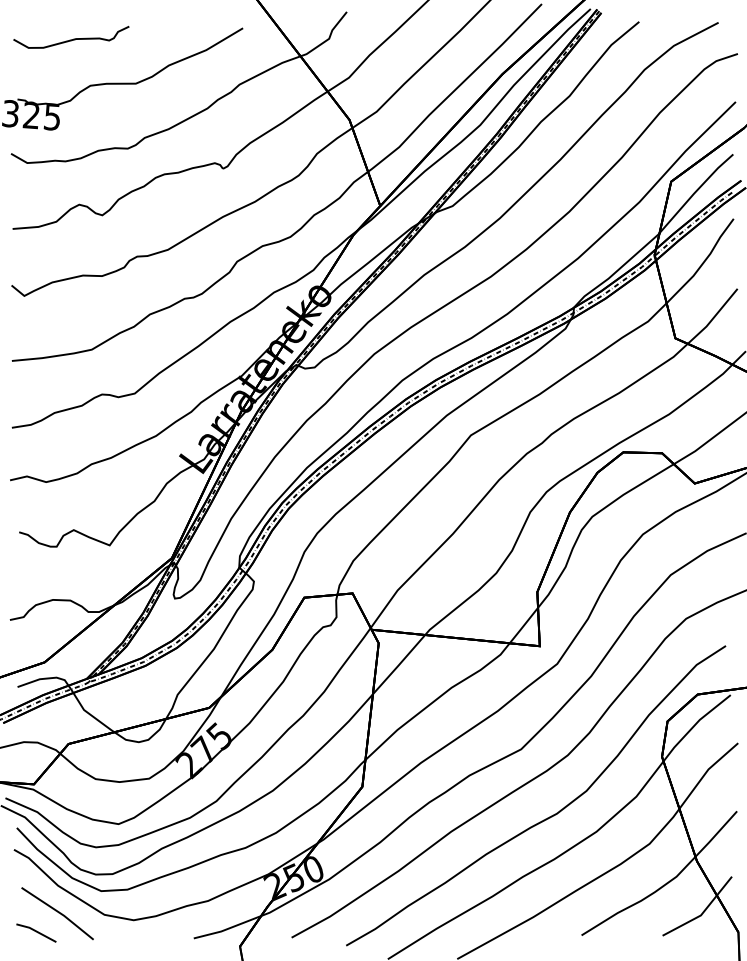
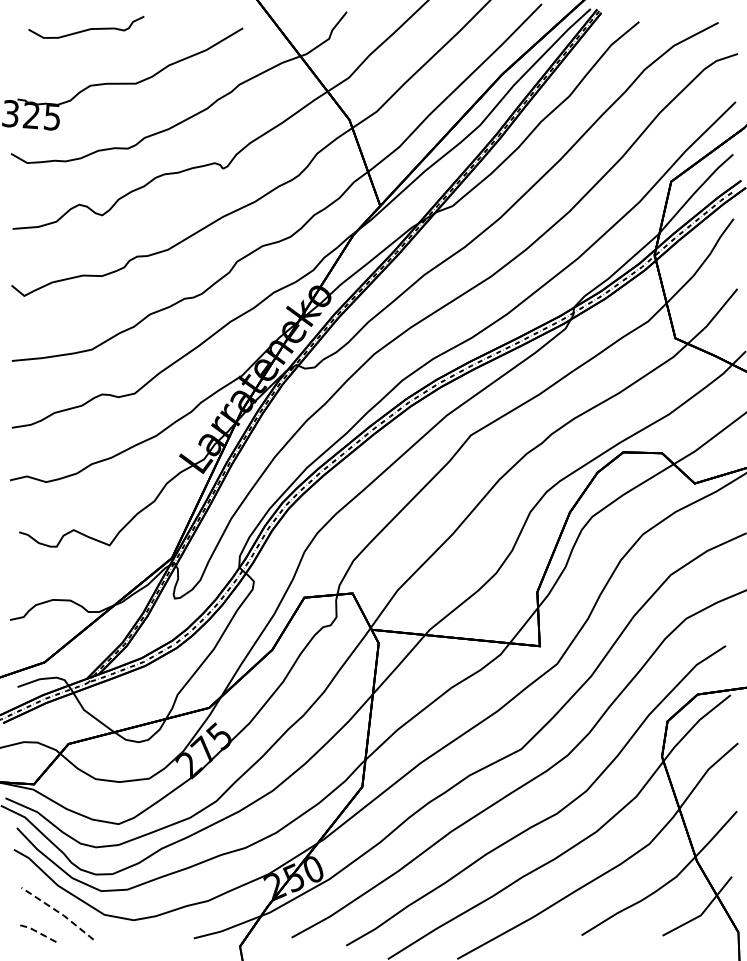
curve at (73, 38) position: (73, 38) -> (88, 28)
line at (59, 912): solid -> dashed
line at (36, 931): solid -> dashed
